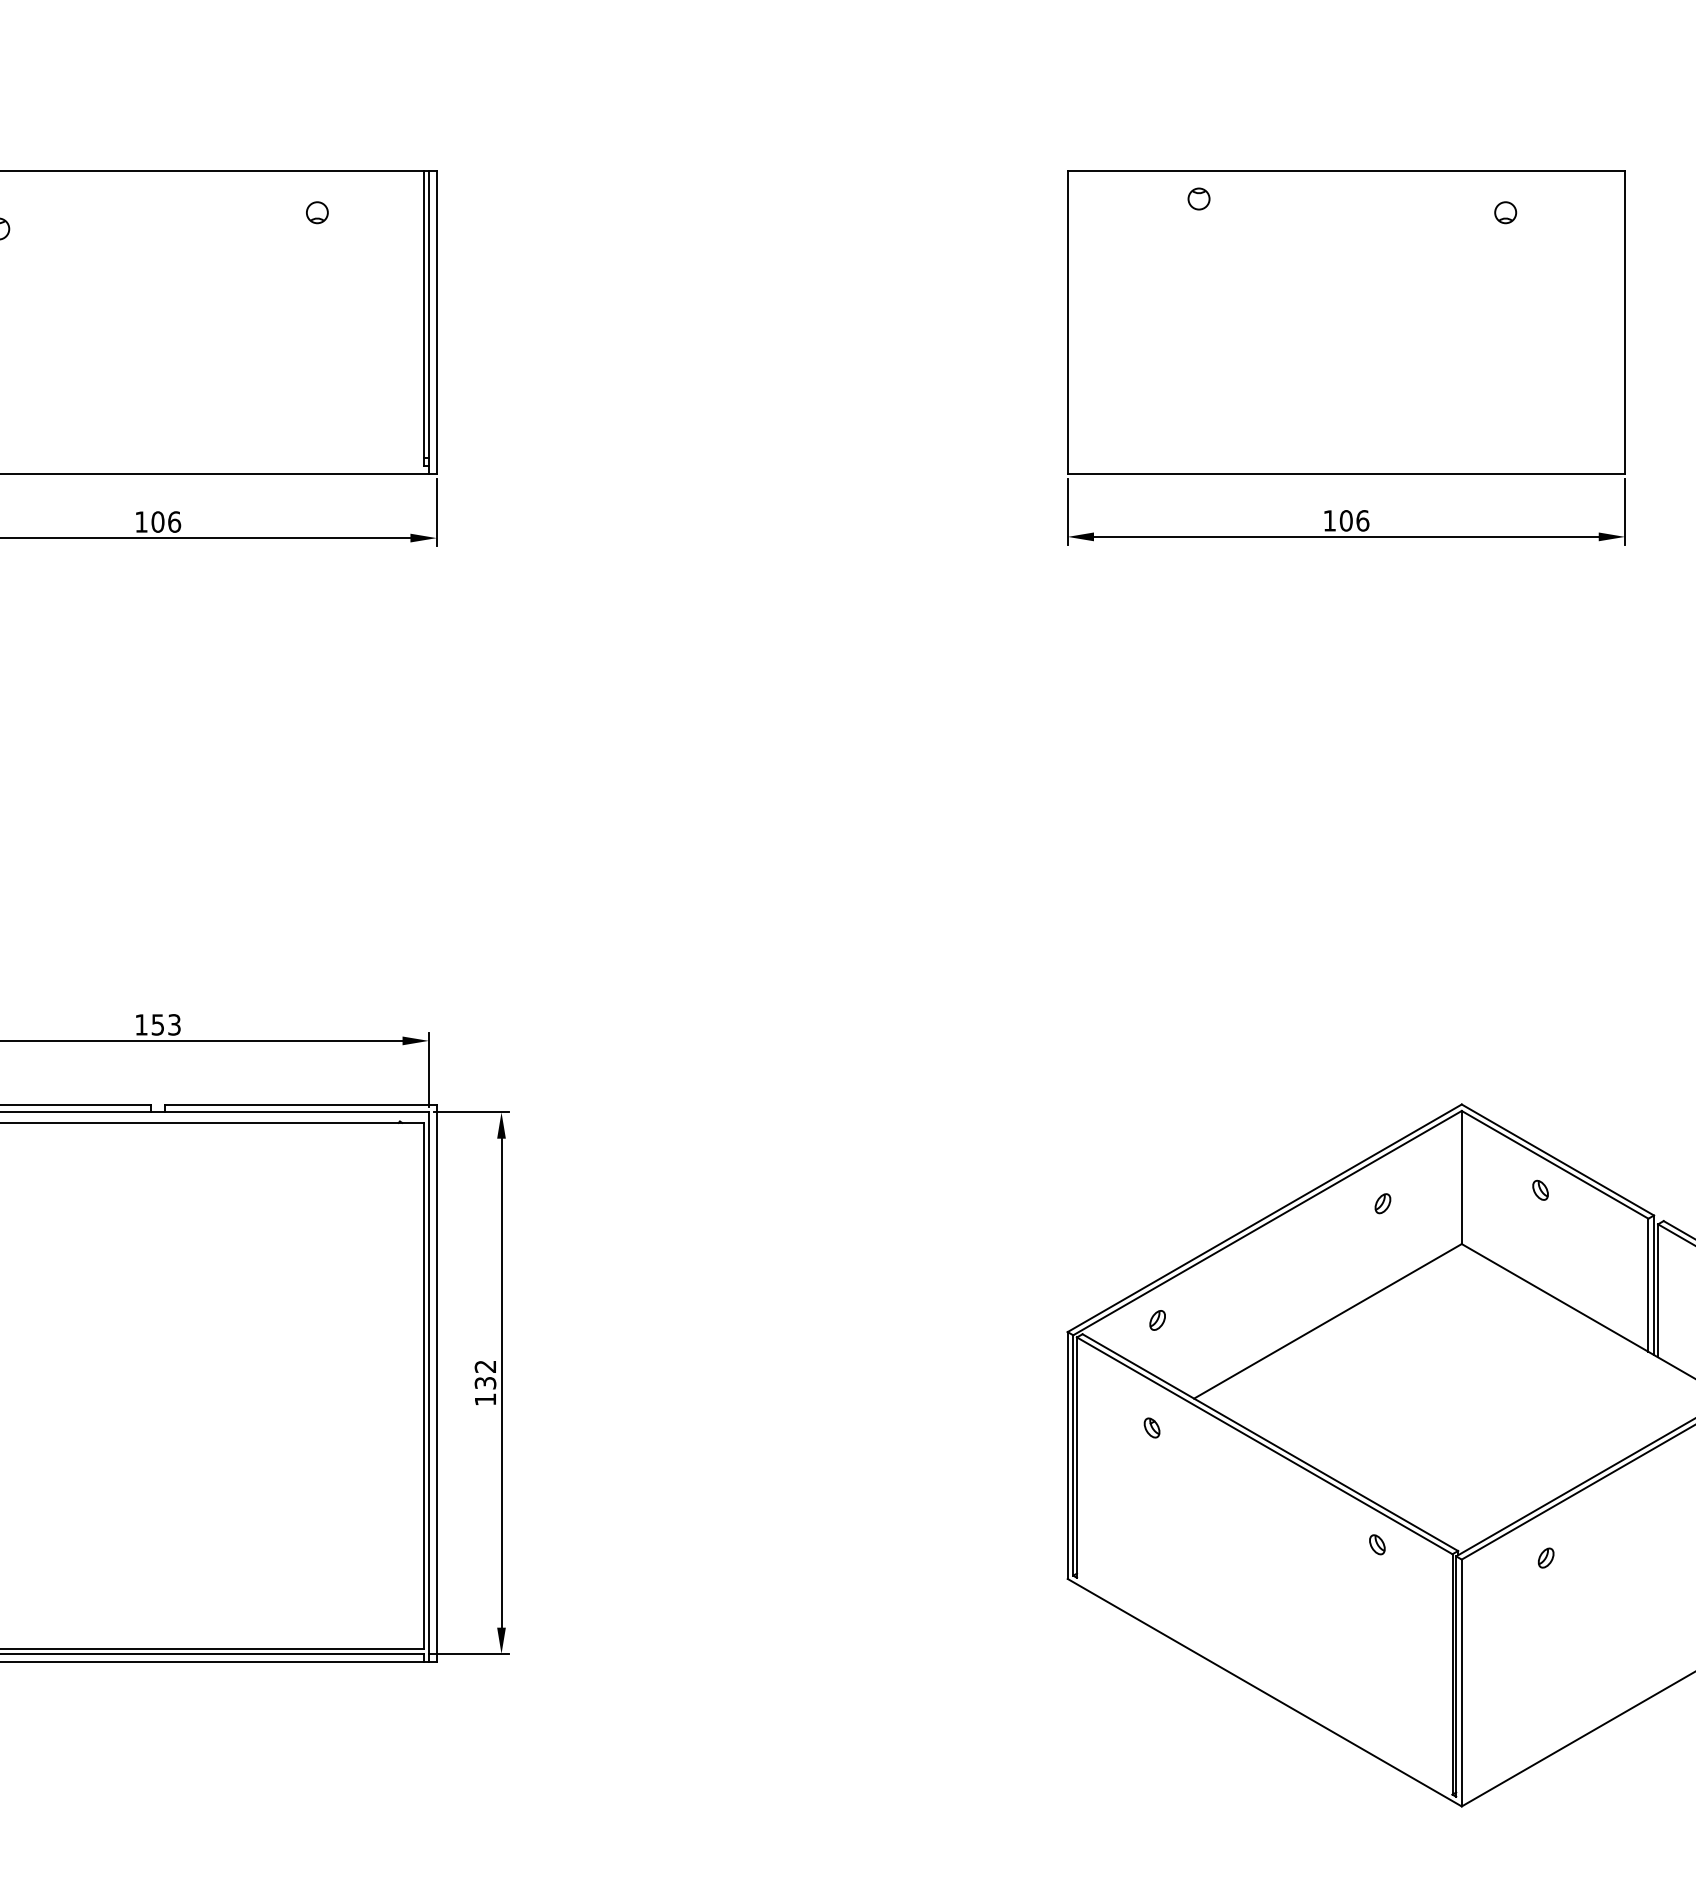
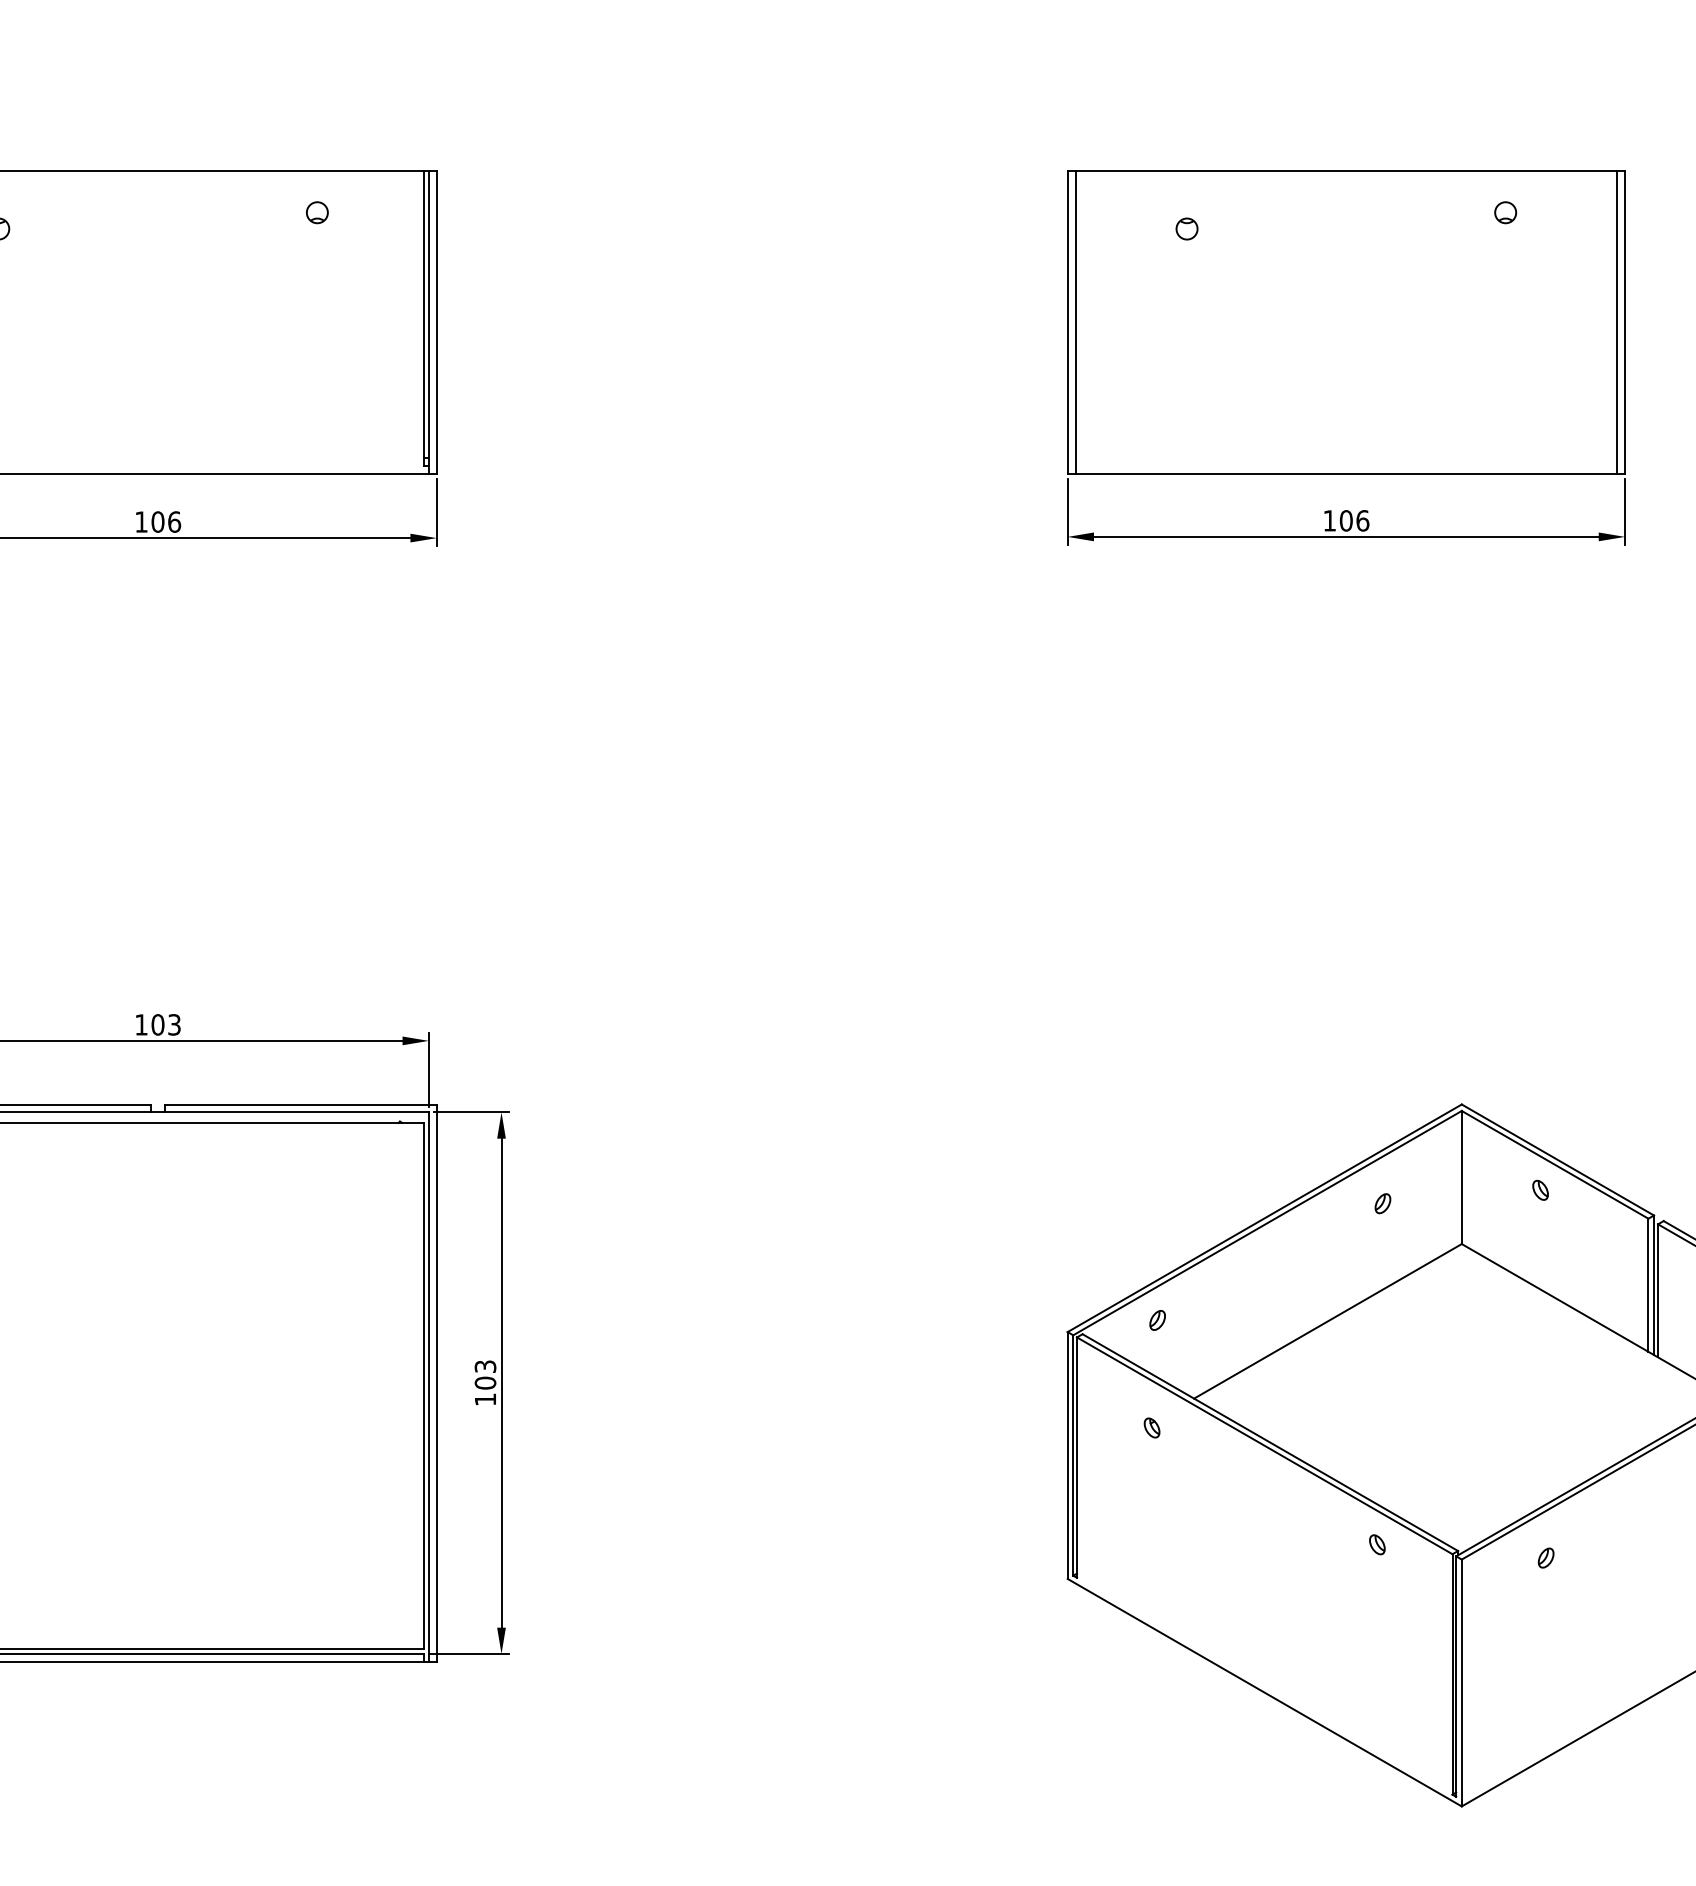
part at (1198, 198) position: (1198, 198) -> (1186, 228)
line at (1075, 322): none -> present
line at (1617, 322): none -> present
text at (157, 1024): 153 -> 103
text at (485, 1374): 132 -> 103
